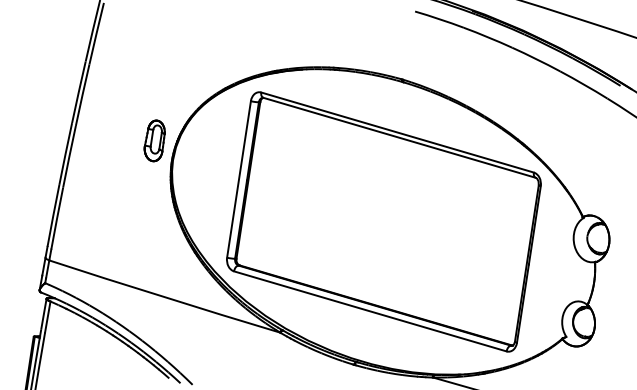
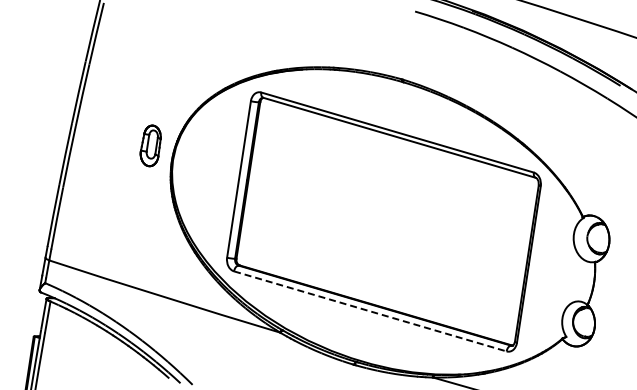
part at (154, 140) position: (154, 140) -> (150, 145)
line at (370, 311): solid -> dashed
